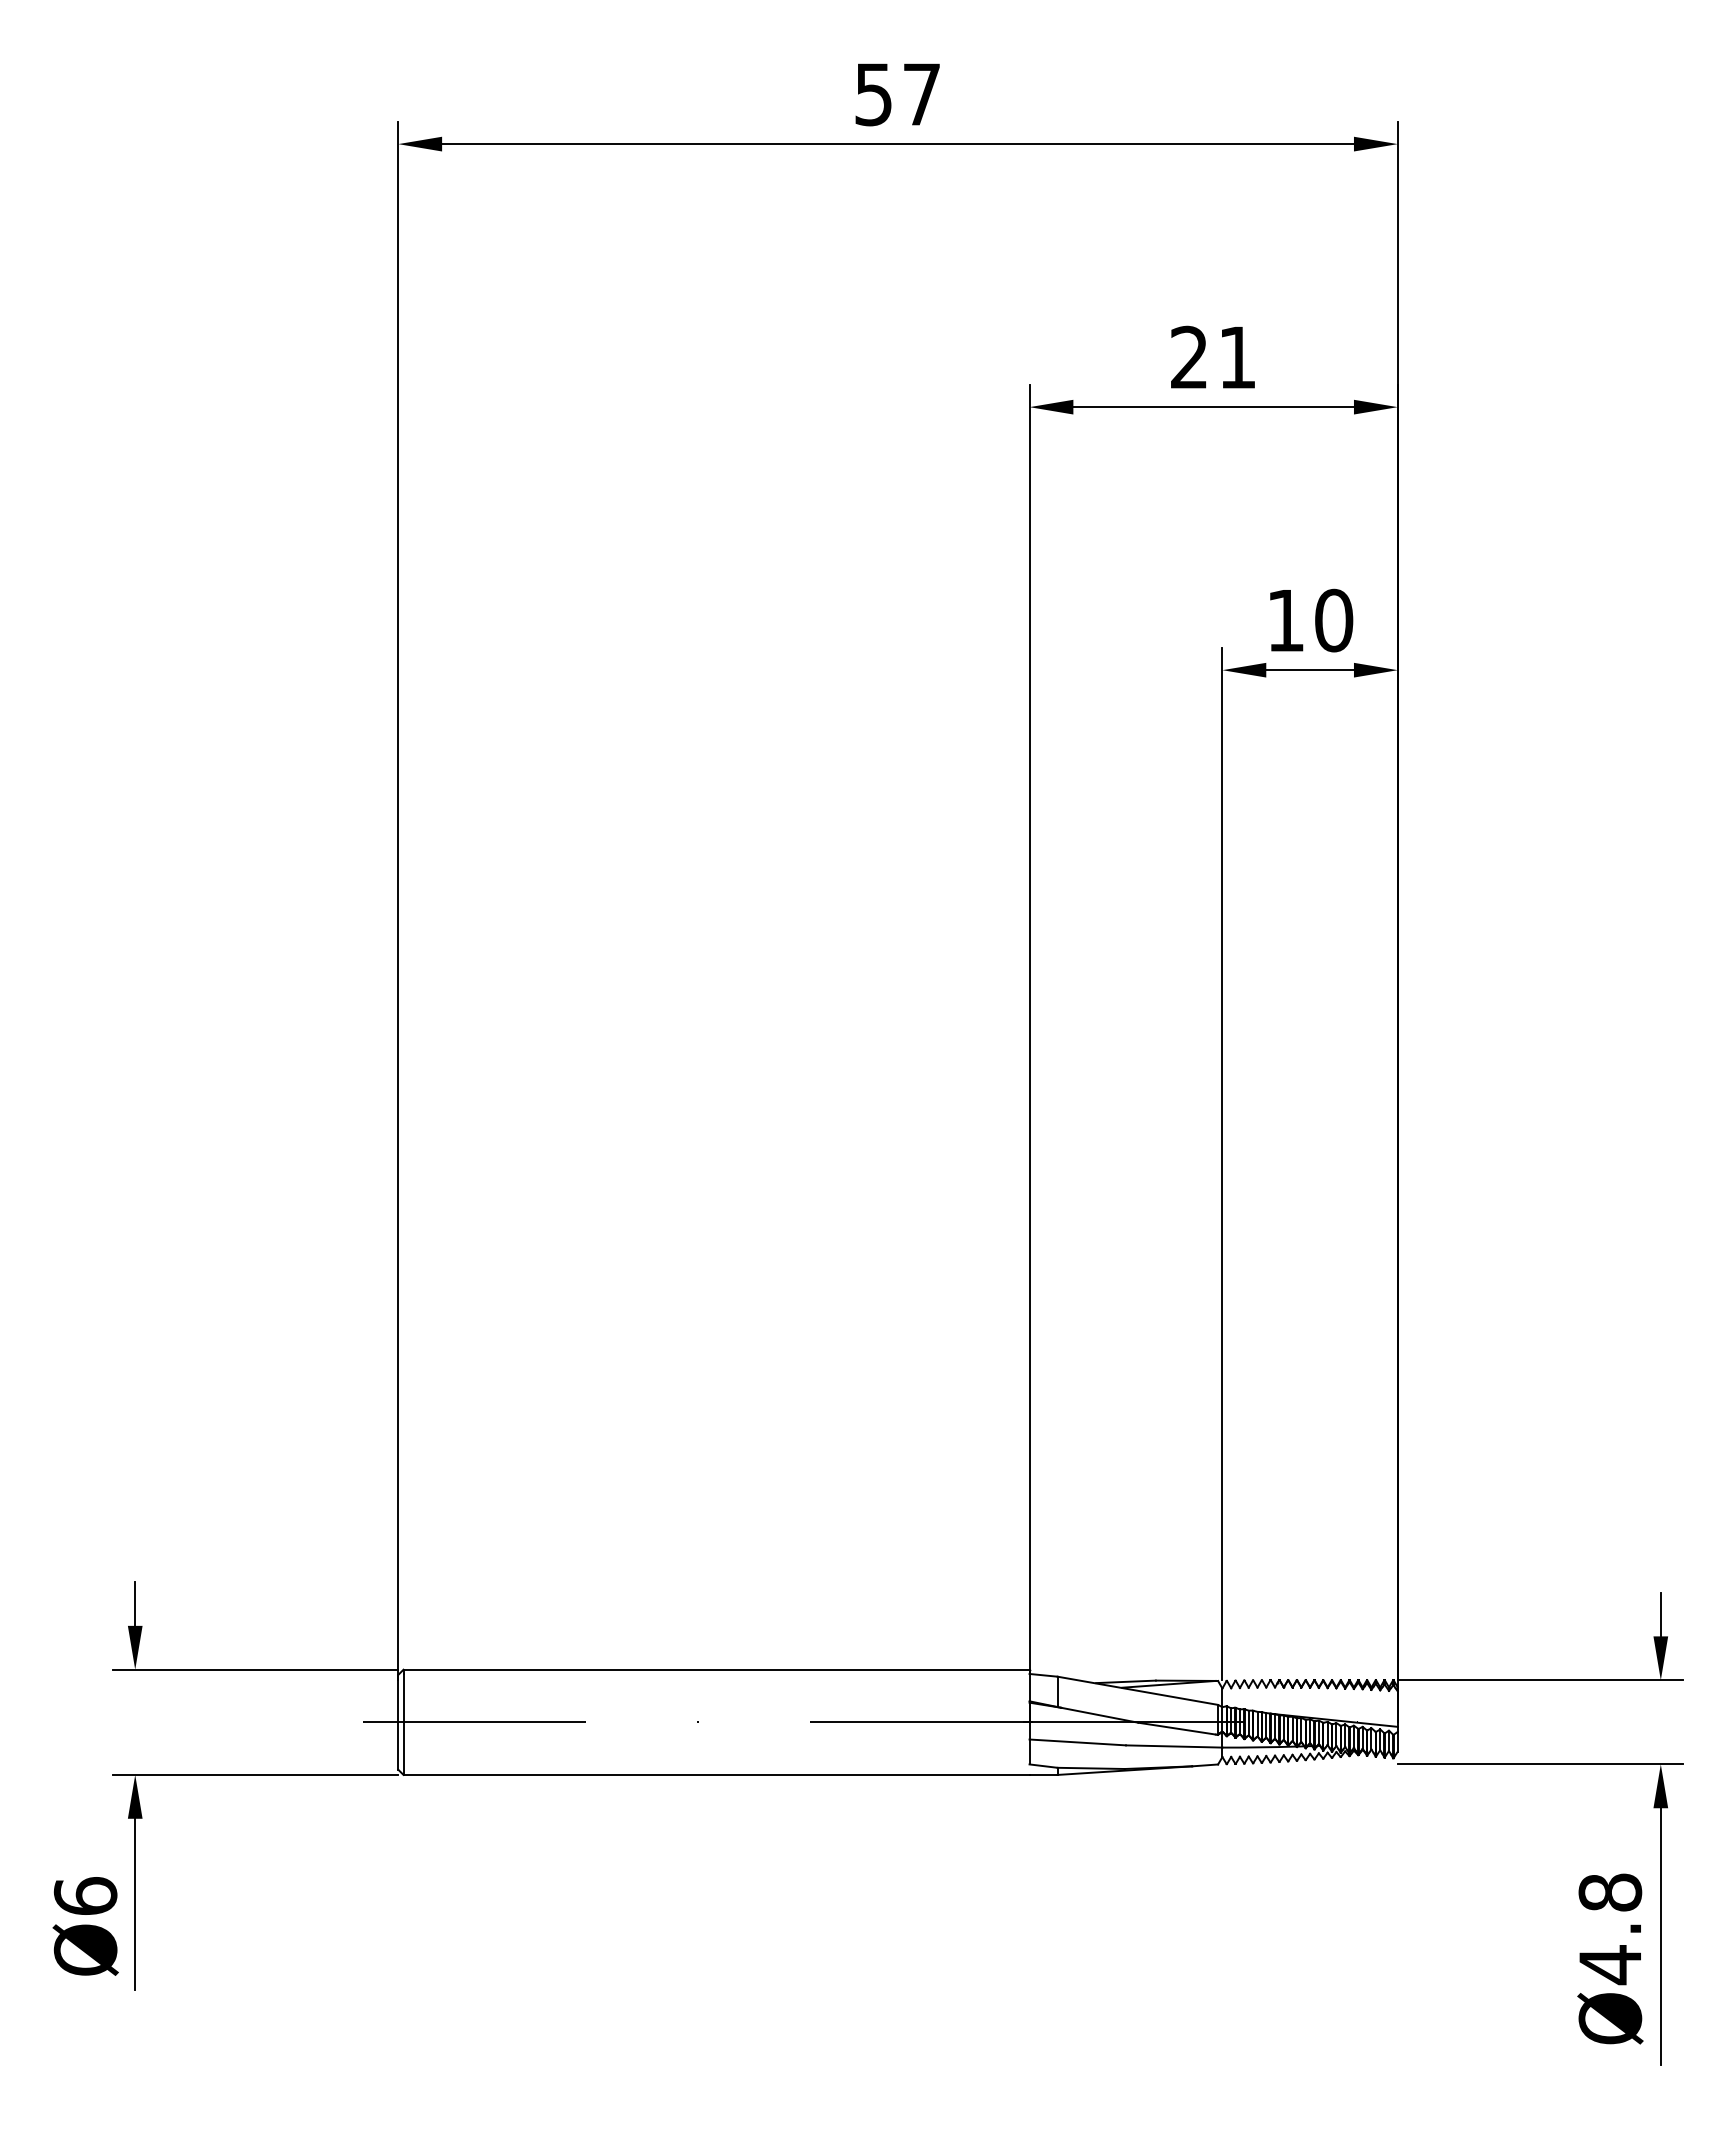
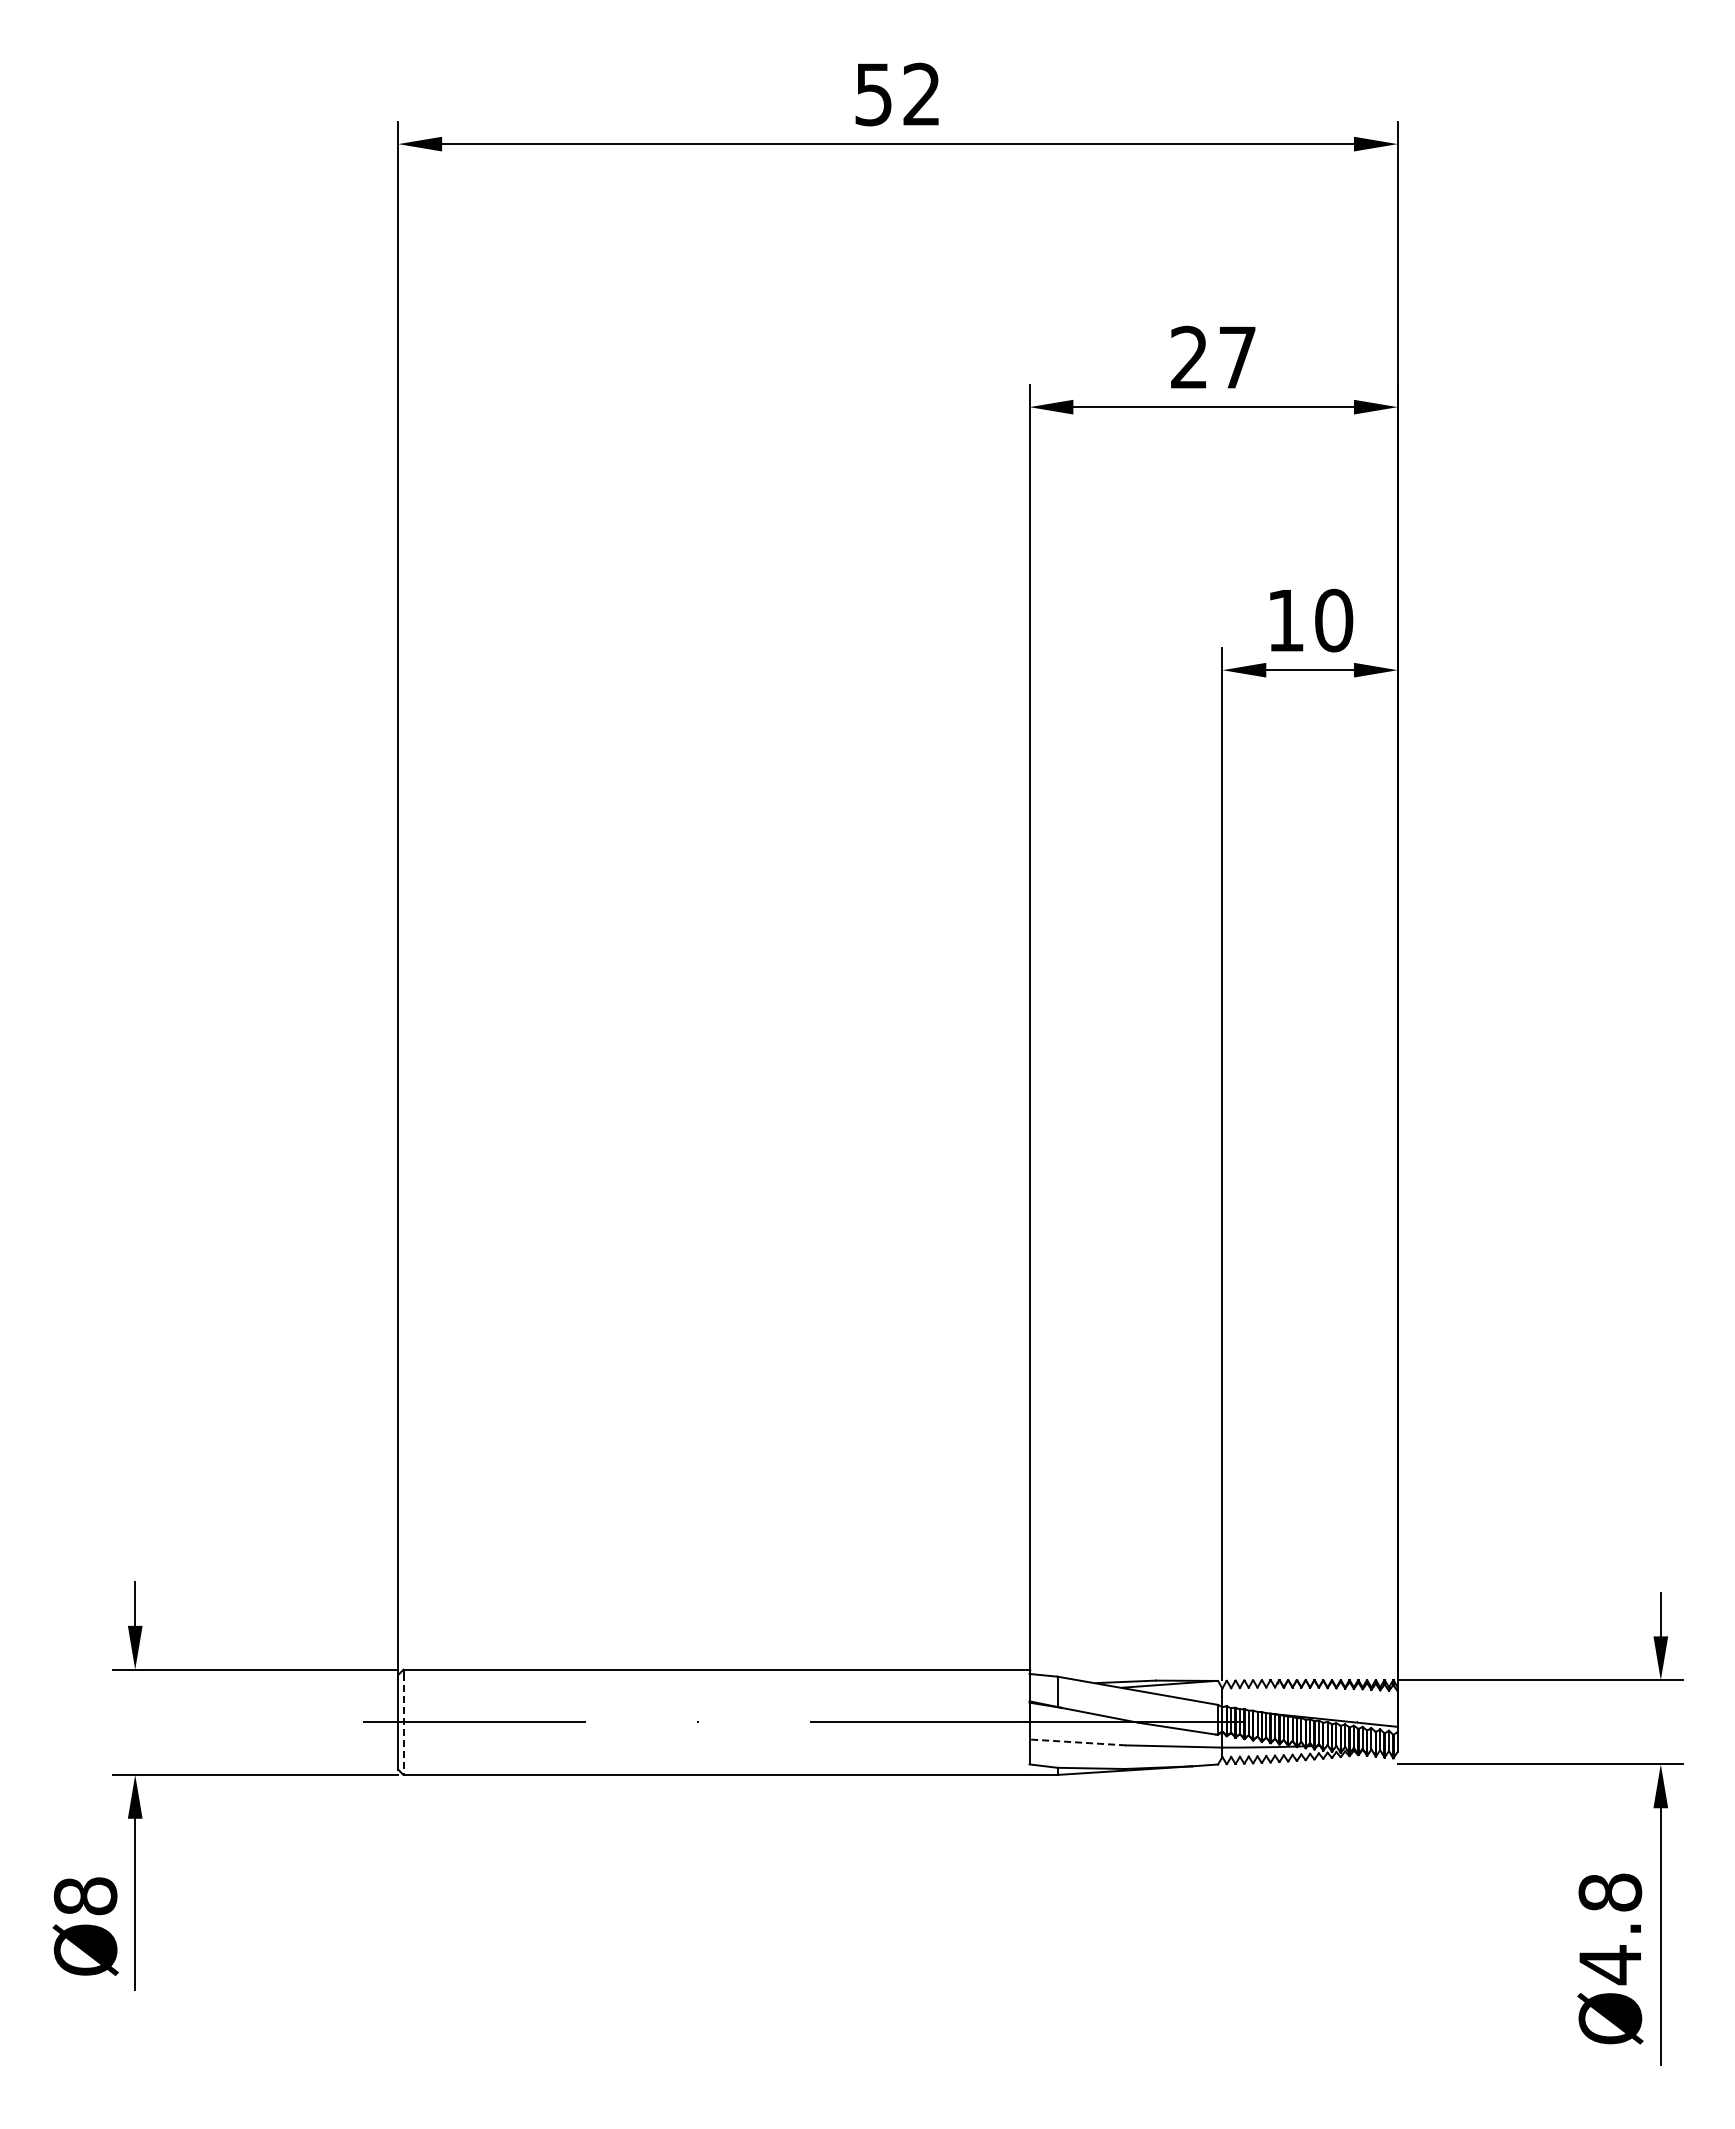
text at (921, 93): 57 -> 52
text at (1237, 357): 21 -> 27
line at (403, 1725): solid -> dashed
line at (1077, 1742): solid -> dashed
text at (85, 1896): Ø6 -> Ø8
